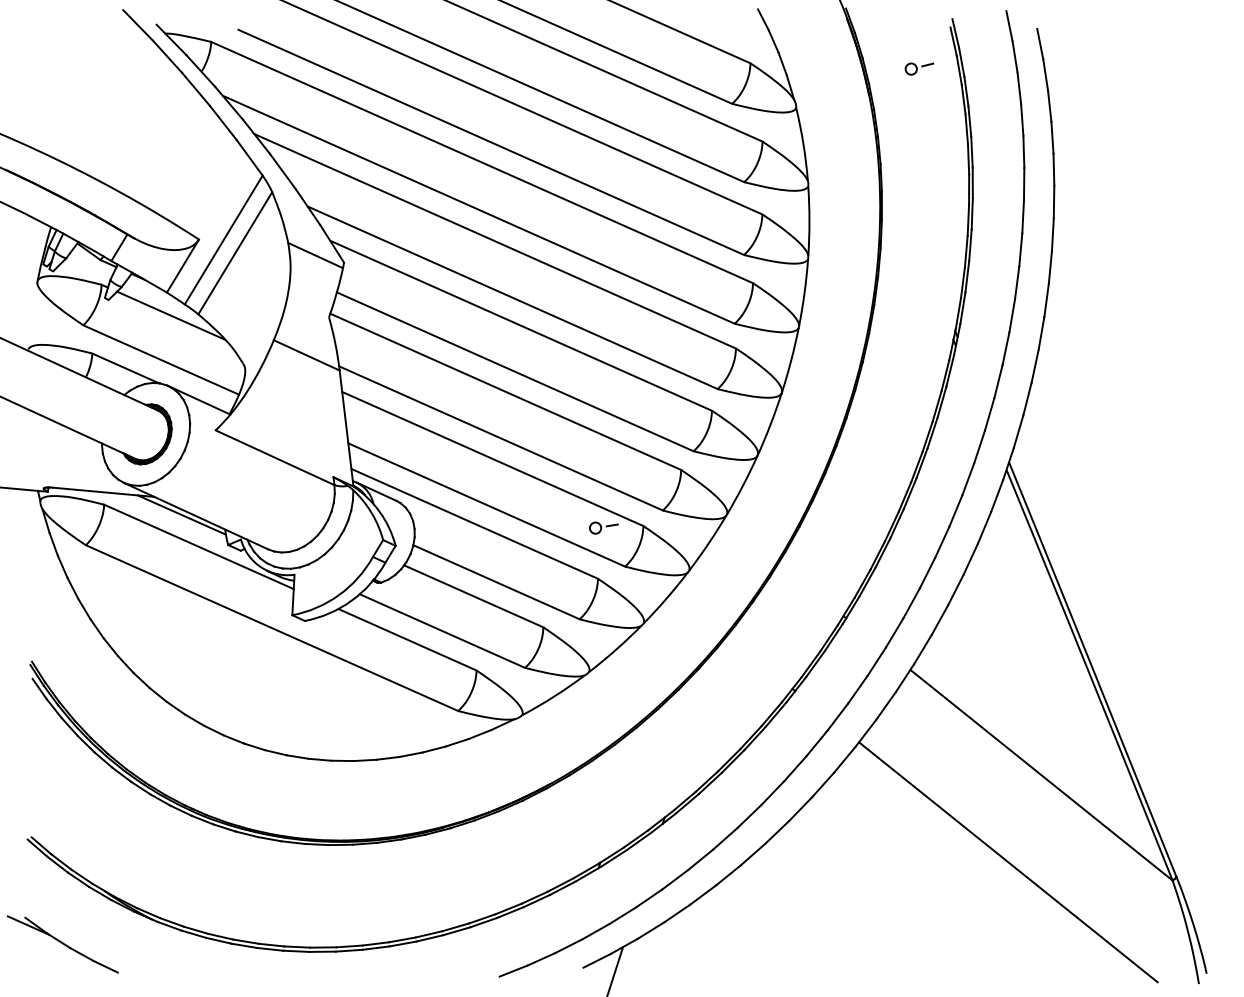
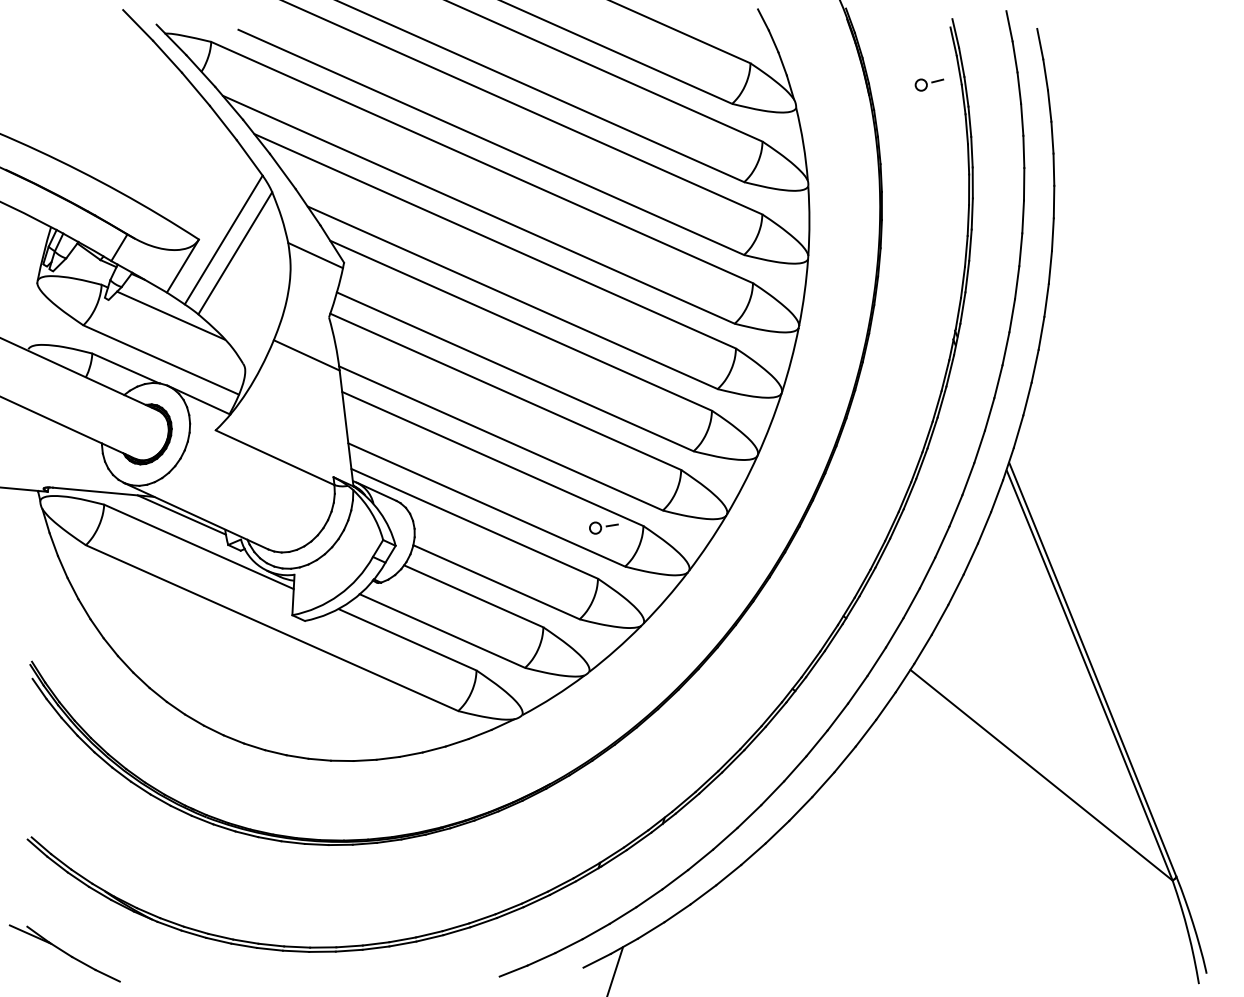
part at (919, 68) position: (919, 68) -> (929, 84)
line at (1008, 862): present -> none
part at (62, 944) position: (62, 944) -> (64, 953)
